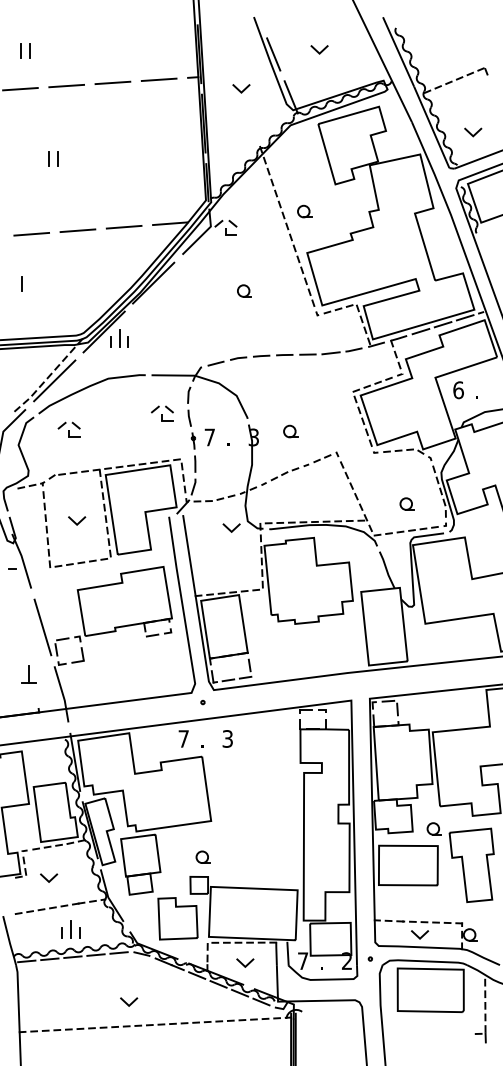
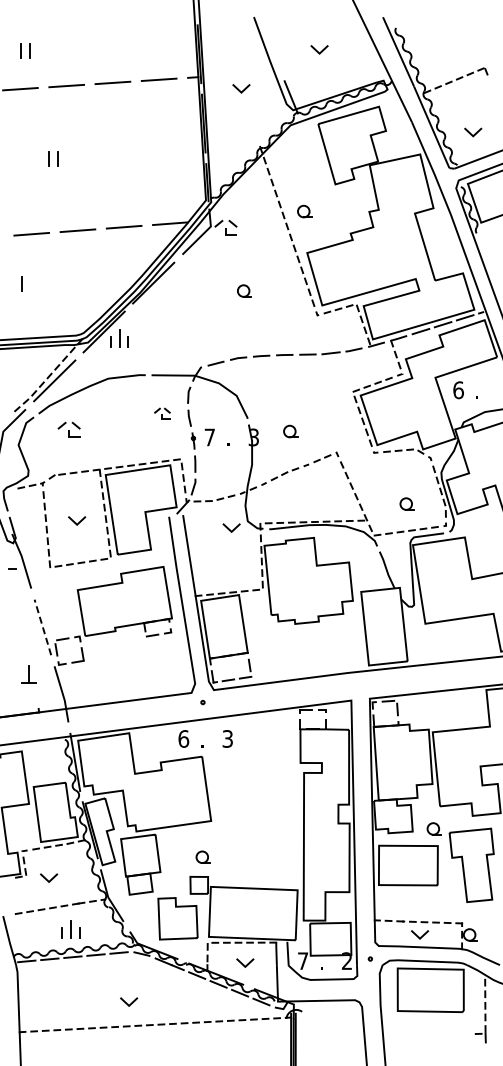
line at (273, 54): present -> none
part at (162, 413) size: 23x17 px -> 17x13 px
line at (42, 627): solid -> dashed
text at (183, 738): 7 -> 6
